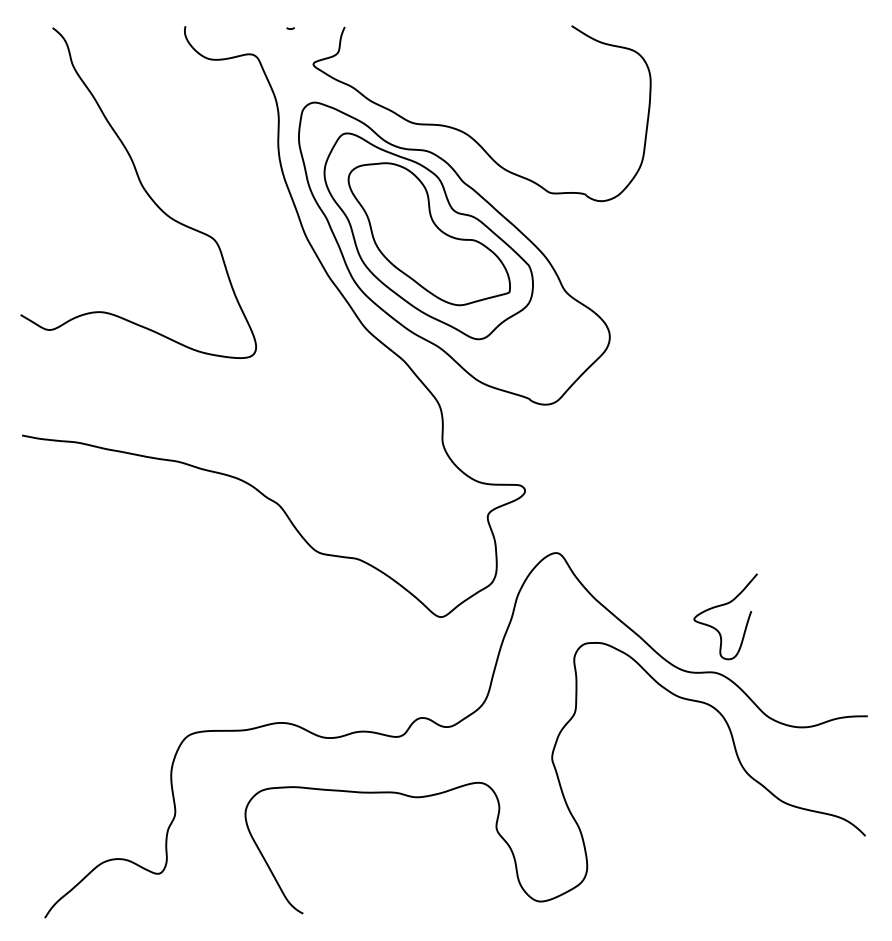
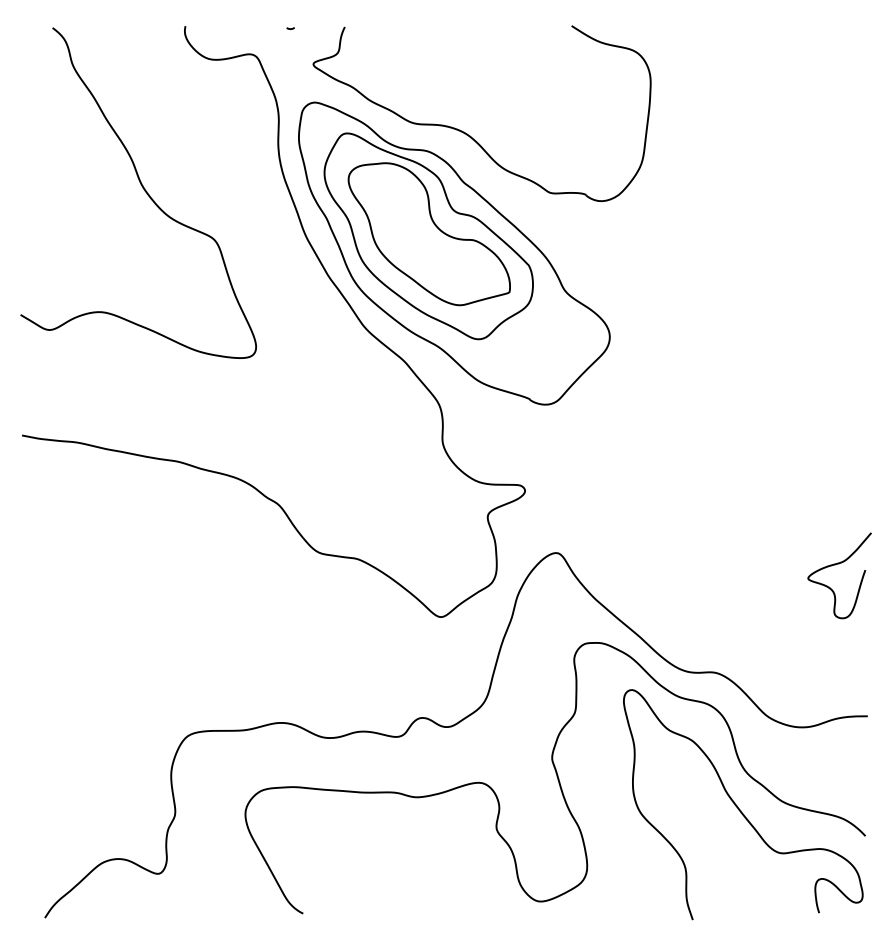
curve at (721, 606) position: (721, 606) -> (835, 565)
curve at (738, 806): none -> present
